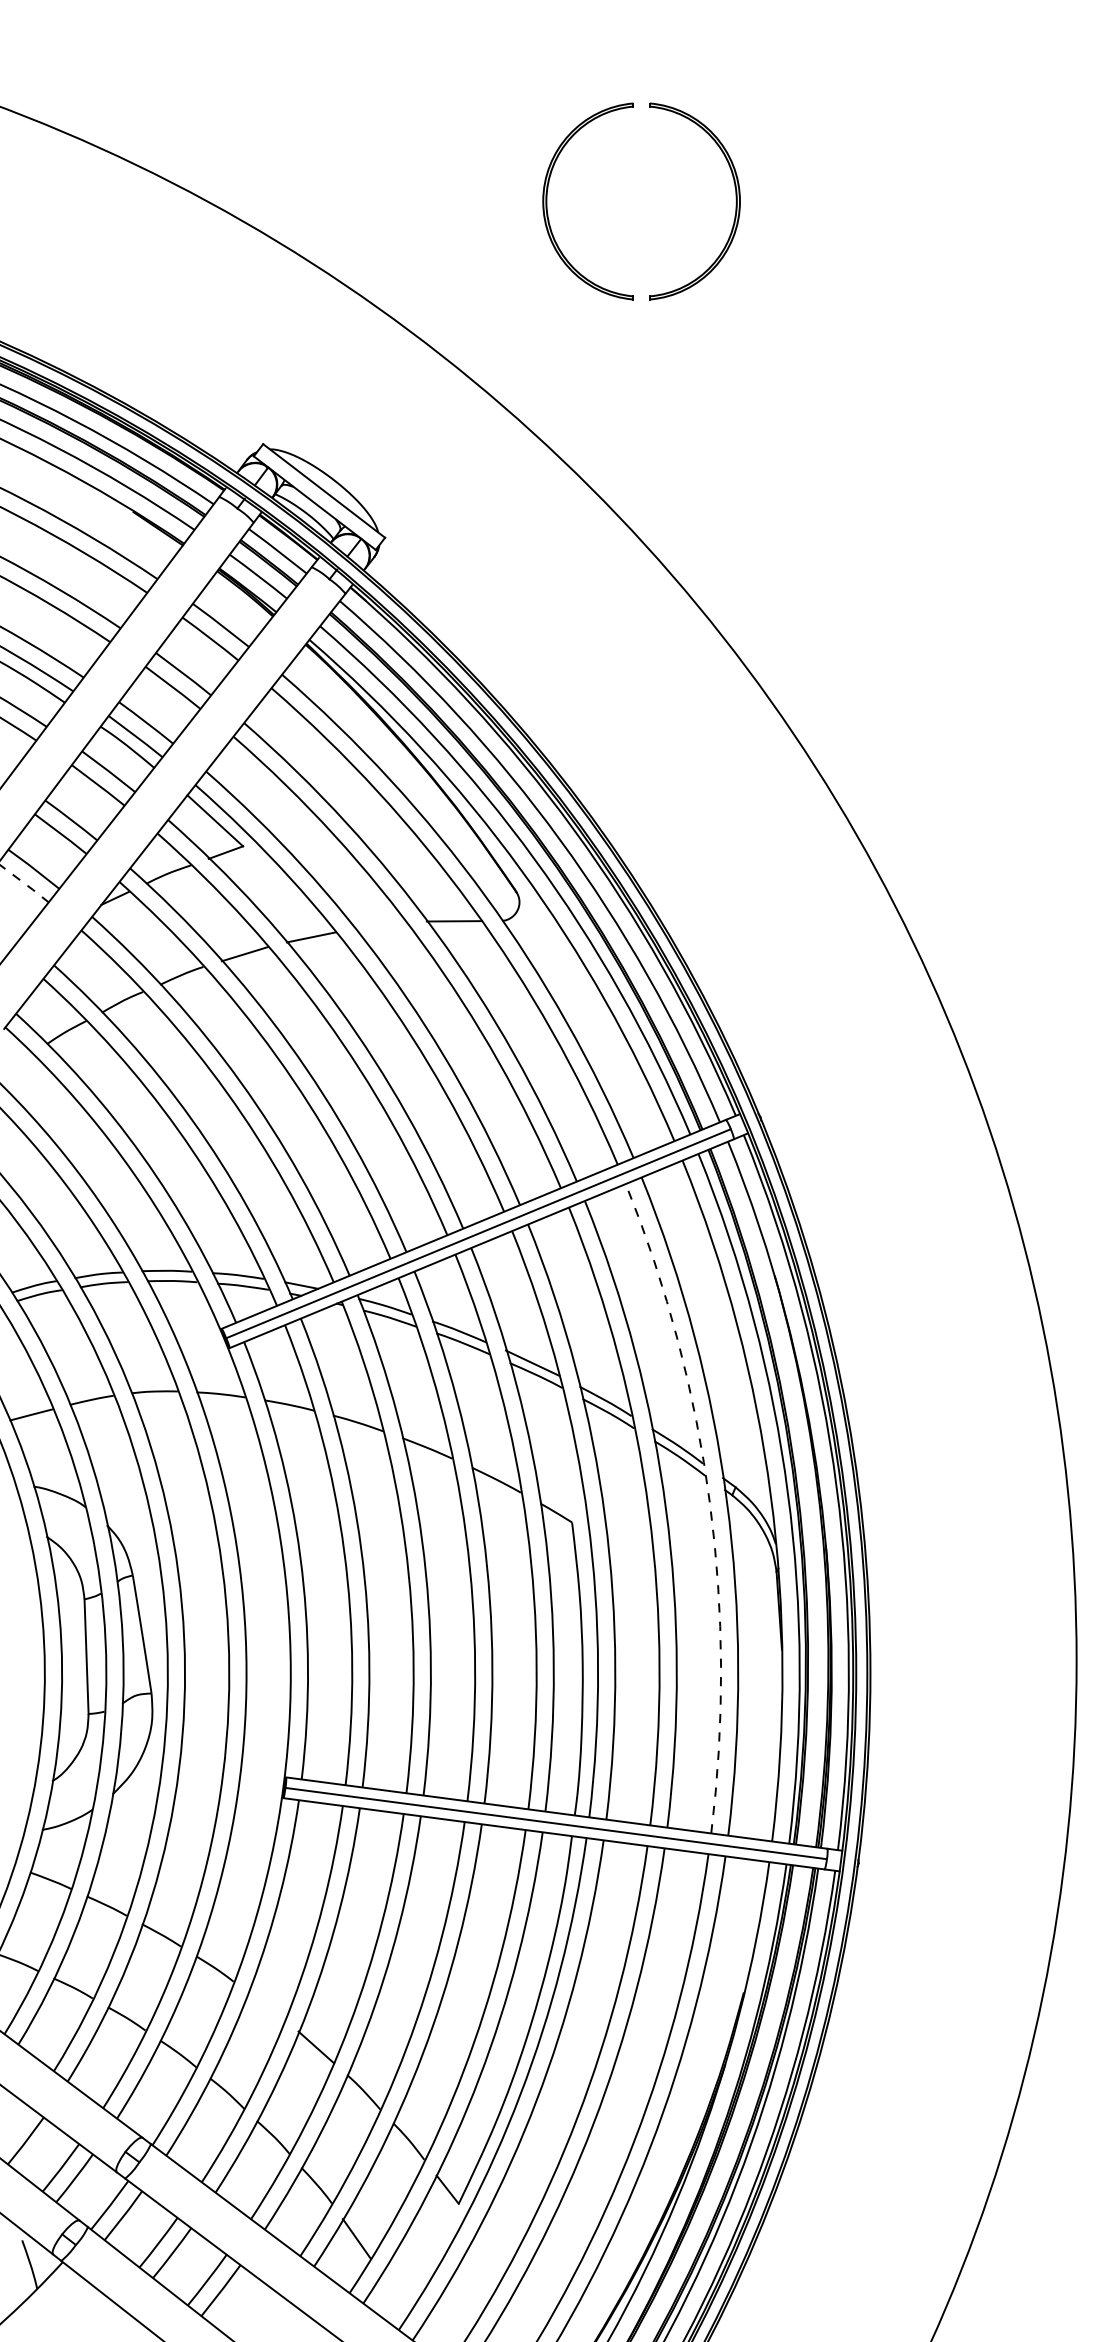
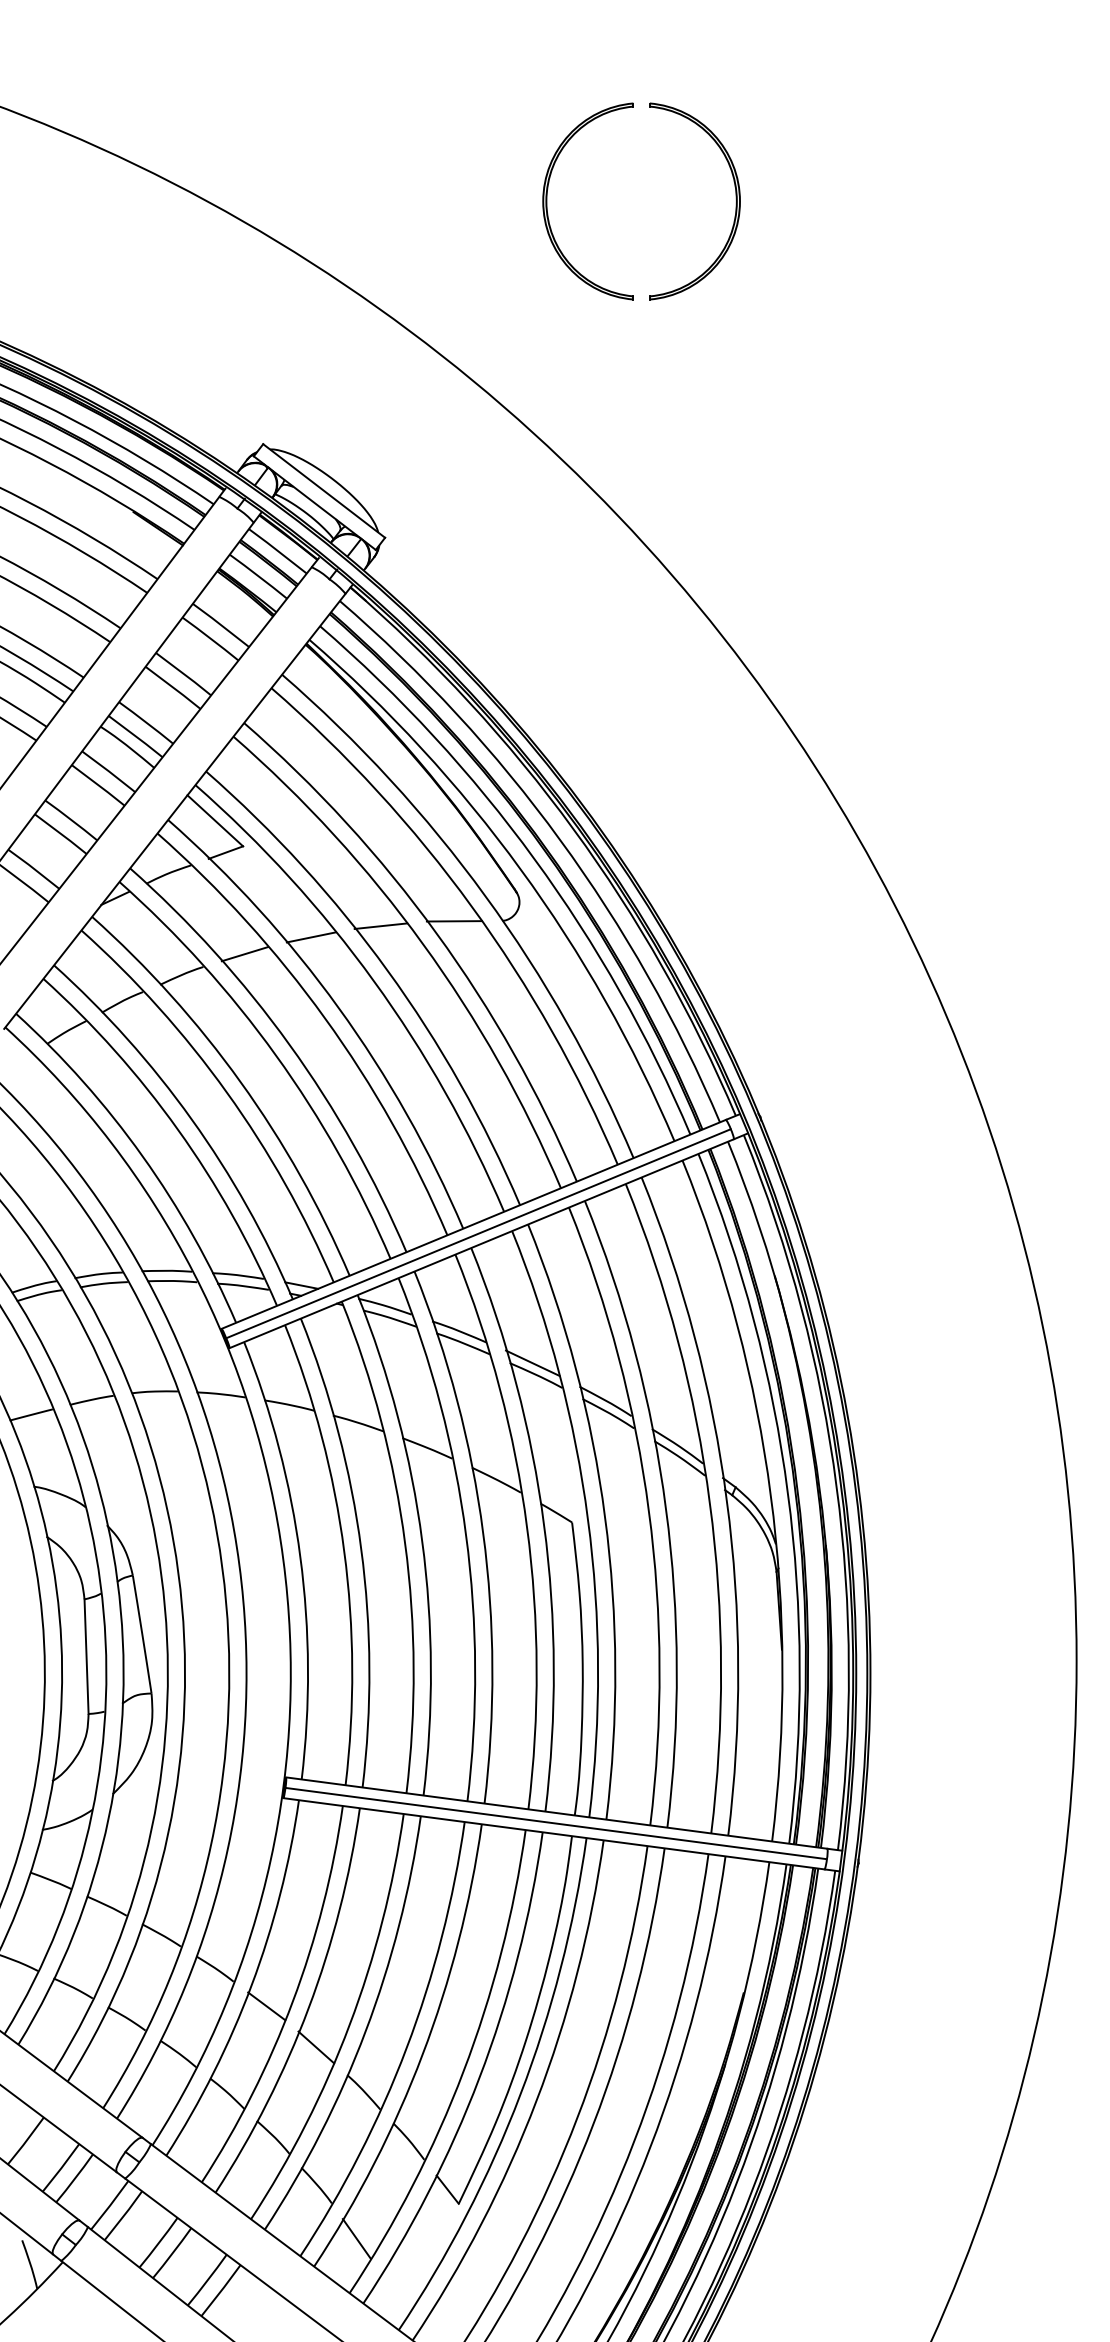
line at (25, 884): dashed -> solid
line at (380, 925): none -> present
arc at (709, 1503): dashed -> solid
line at (266, 2006): none -> present
